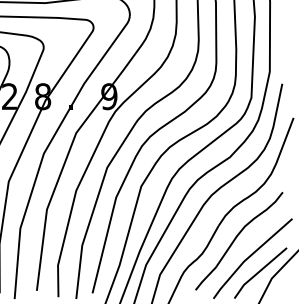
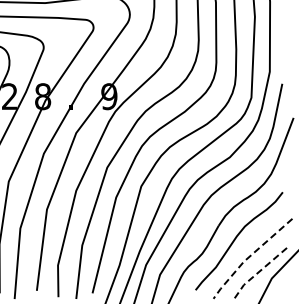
line at (249, 257): solid -> dashed
line at (258, 272): solid -> dashed
